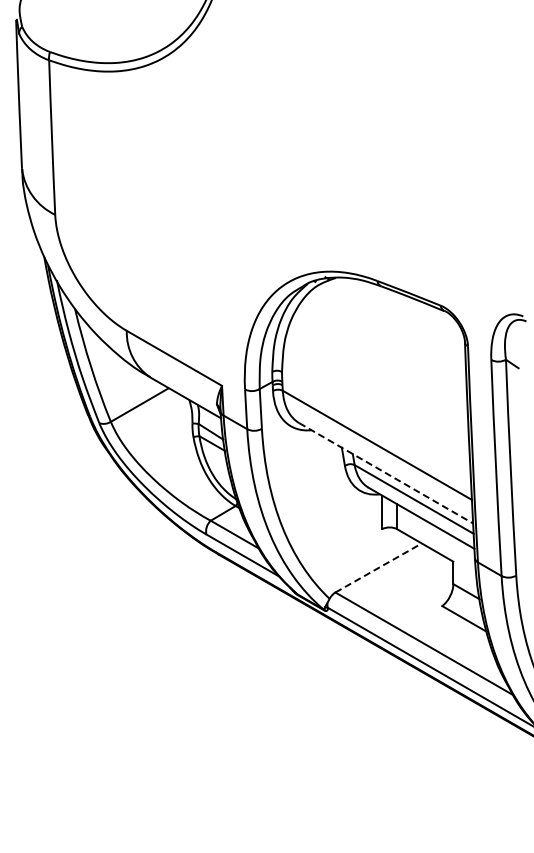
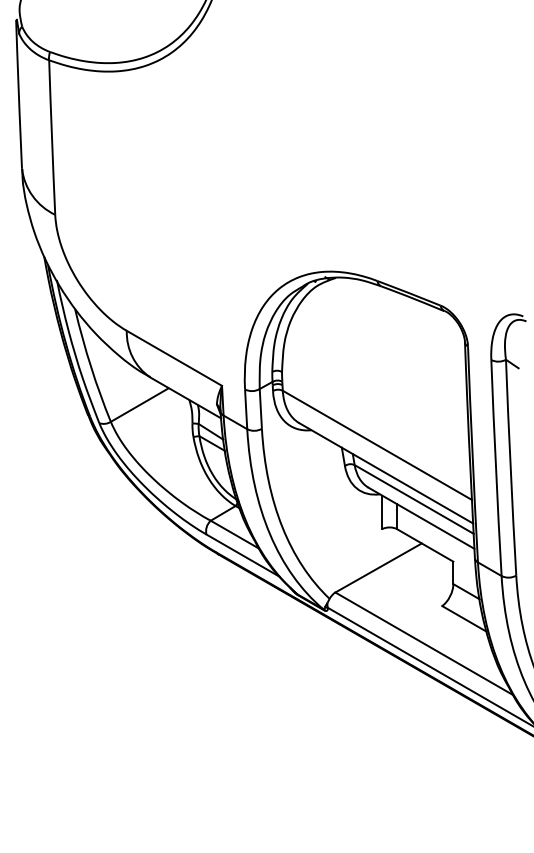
line at (386, 473): dashed -> solid
line at (378, 567): dashed -> solid
